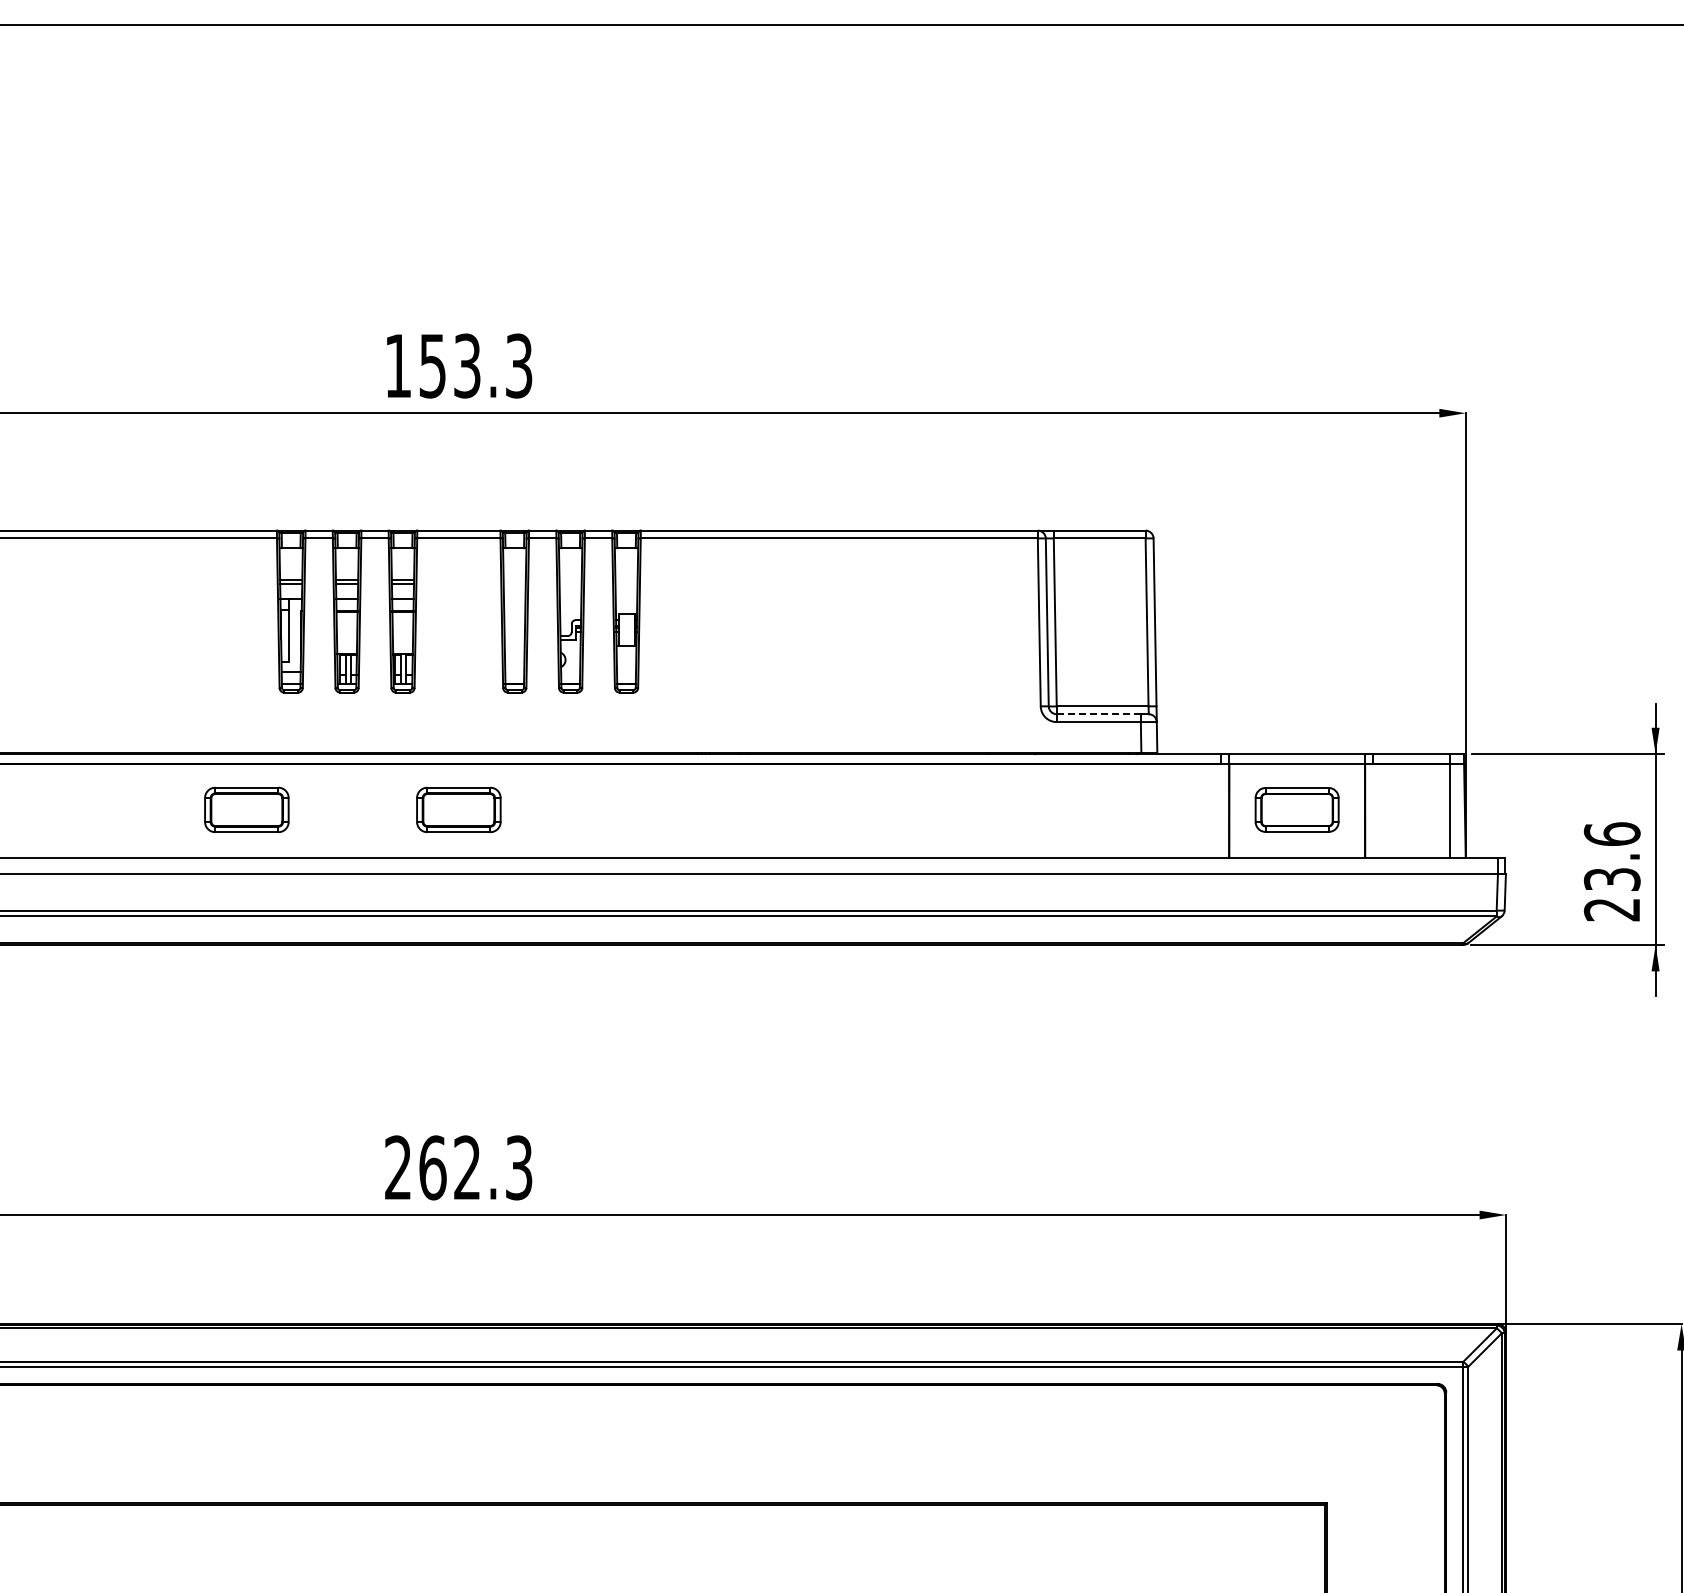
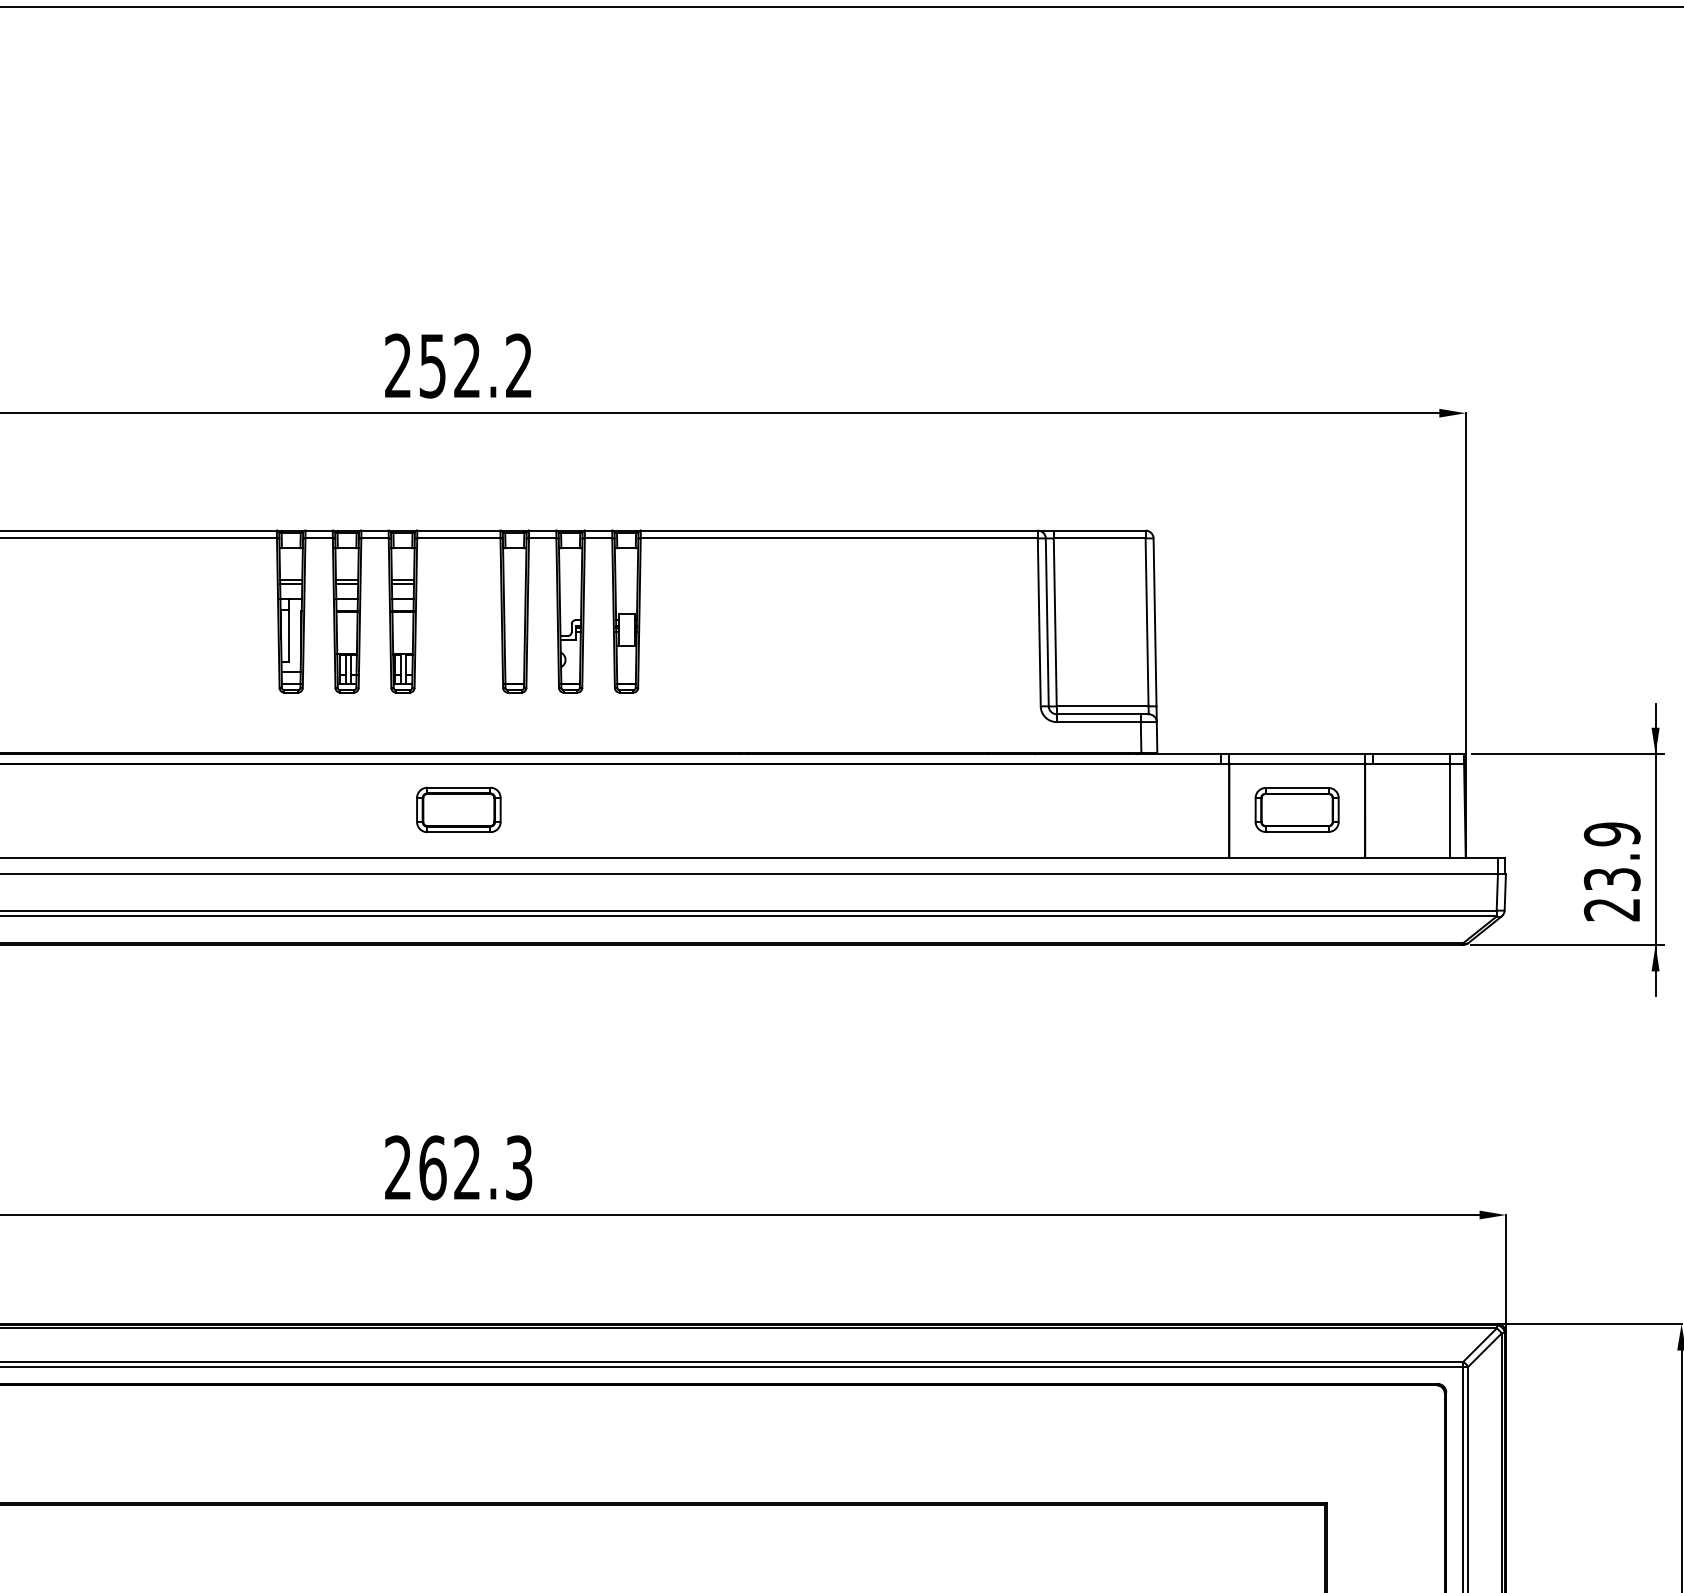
line at (841, 25) position: (841, 25) -> (841, 7)
text at (458, 365): 153.3 -> 252.2
line at (1099, 714): dashed -> solid
part at (246, 809): present -> none
text at (1611, 834): 23.6 -> 23.9
